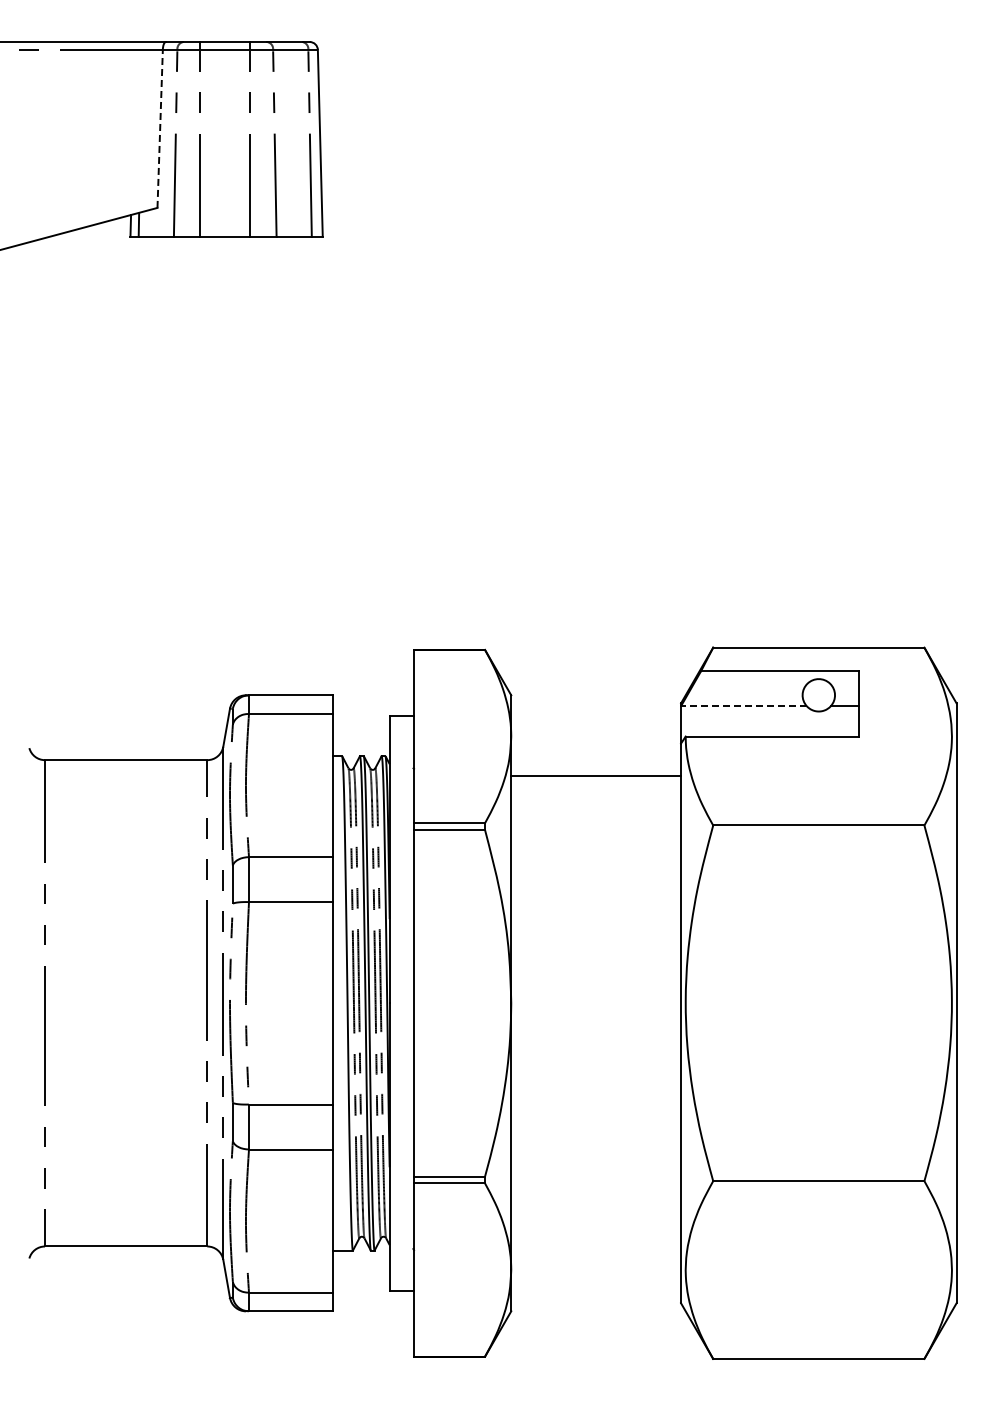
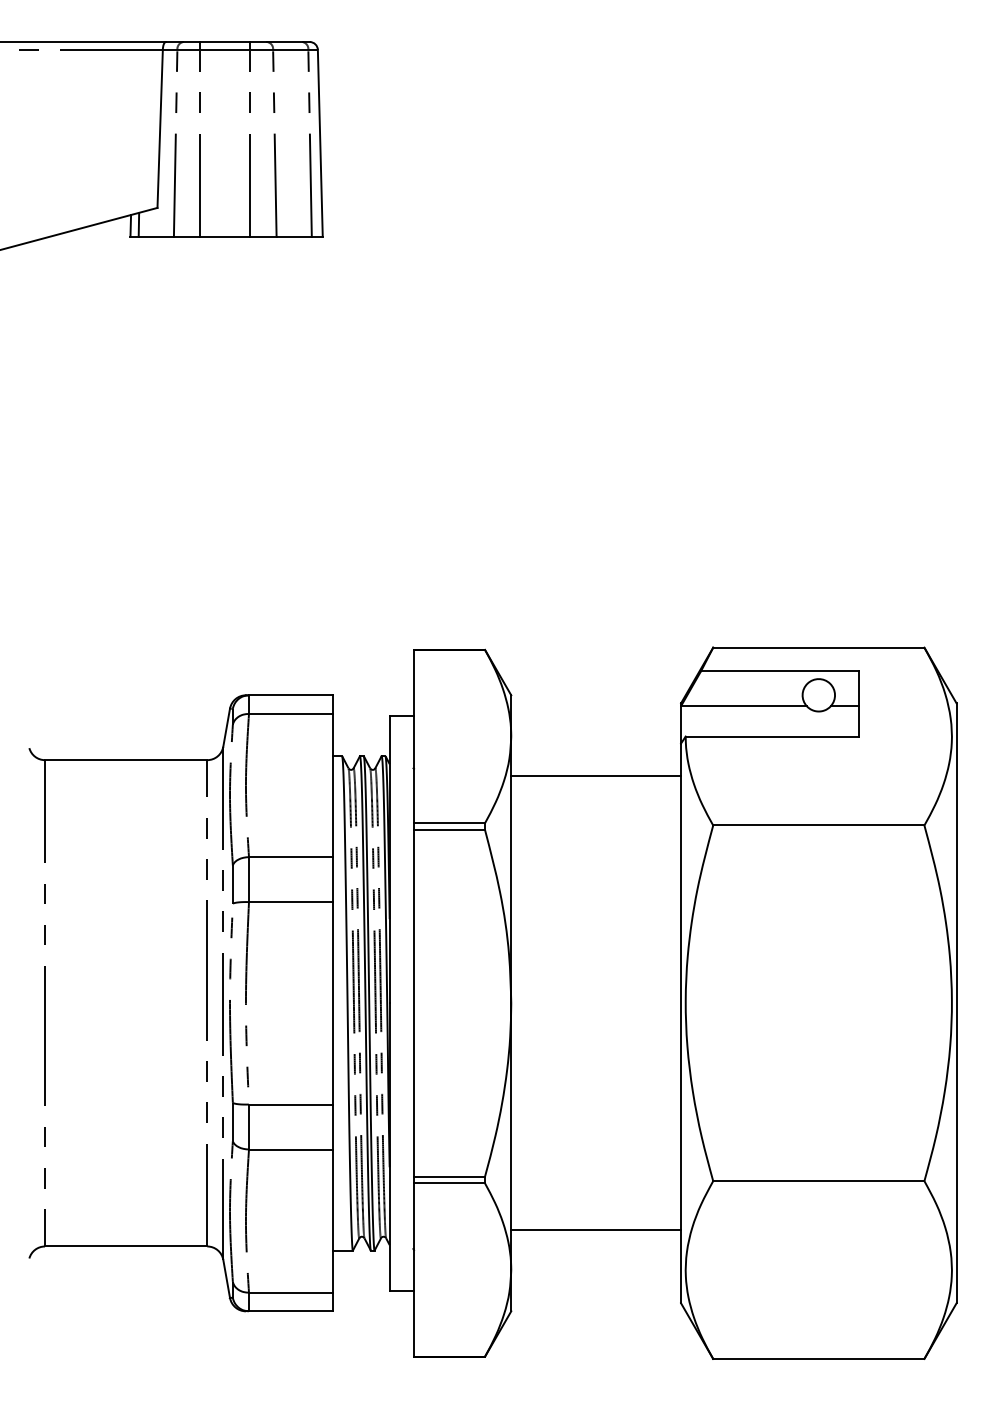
line at (160, 129): dashed -> solid
line at (743, 706): dashed -> solid
line at (596, 1230): none -> present
